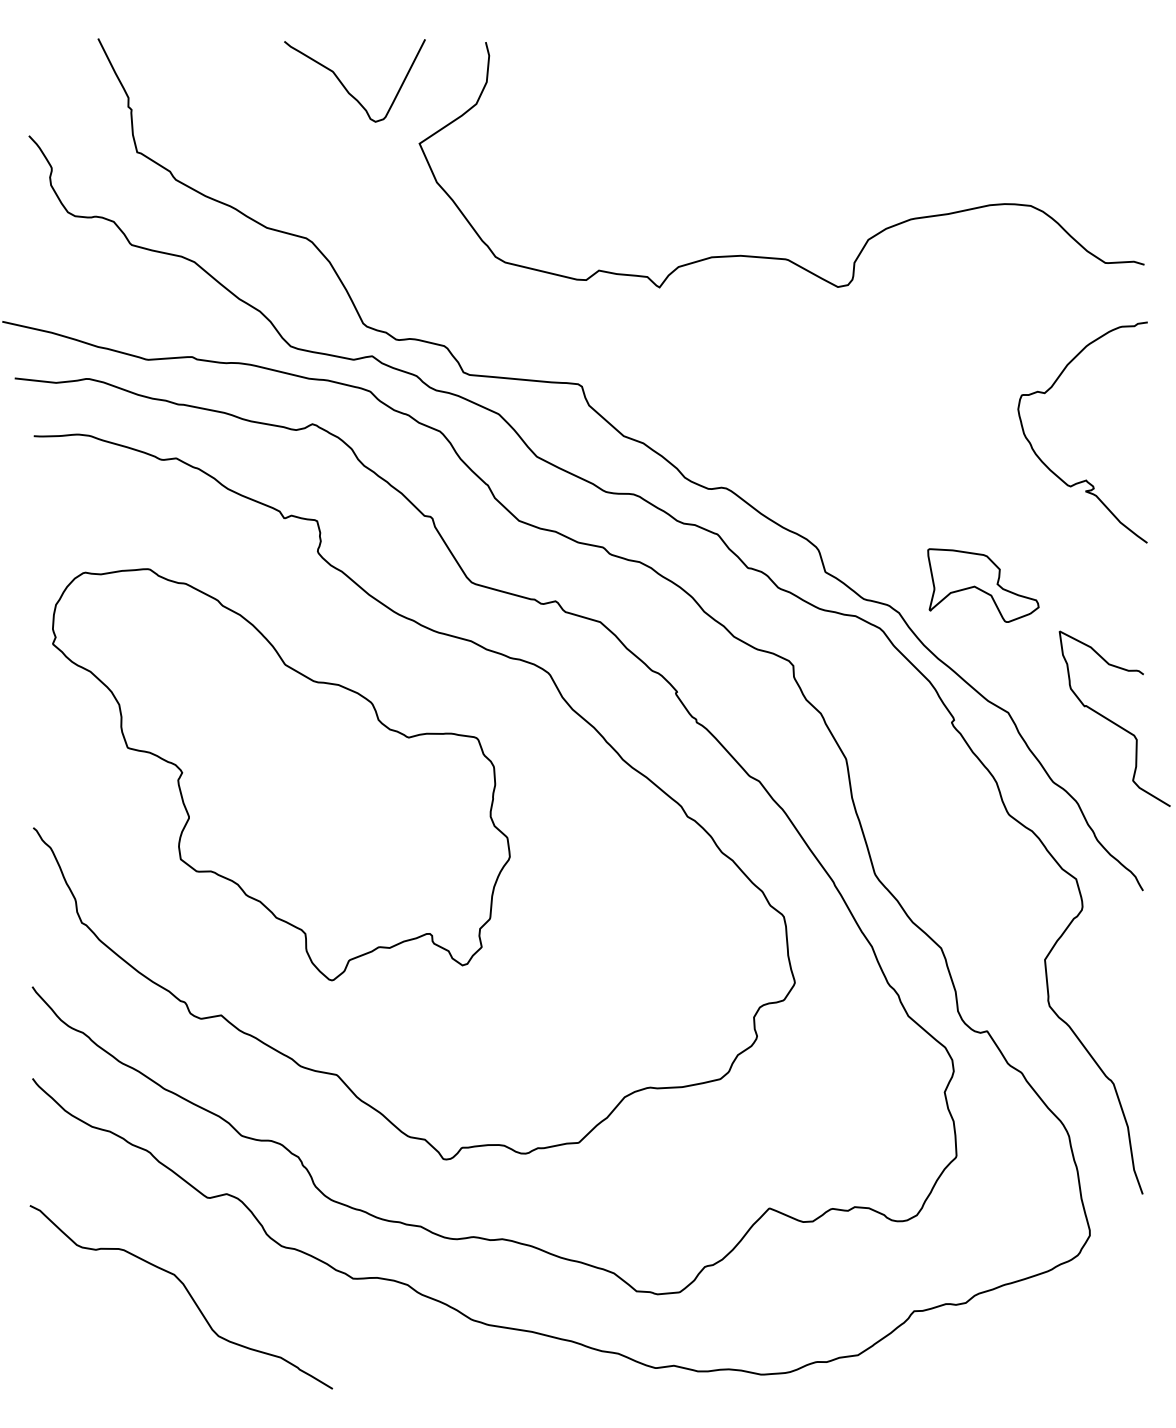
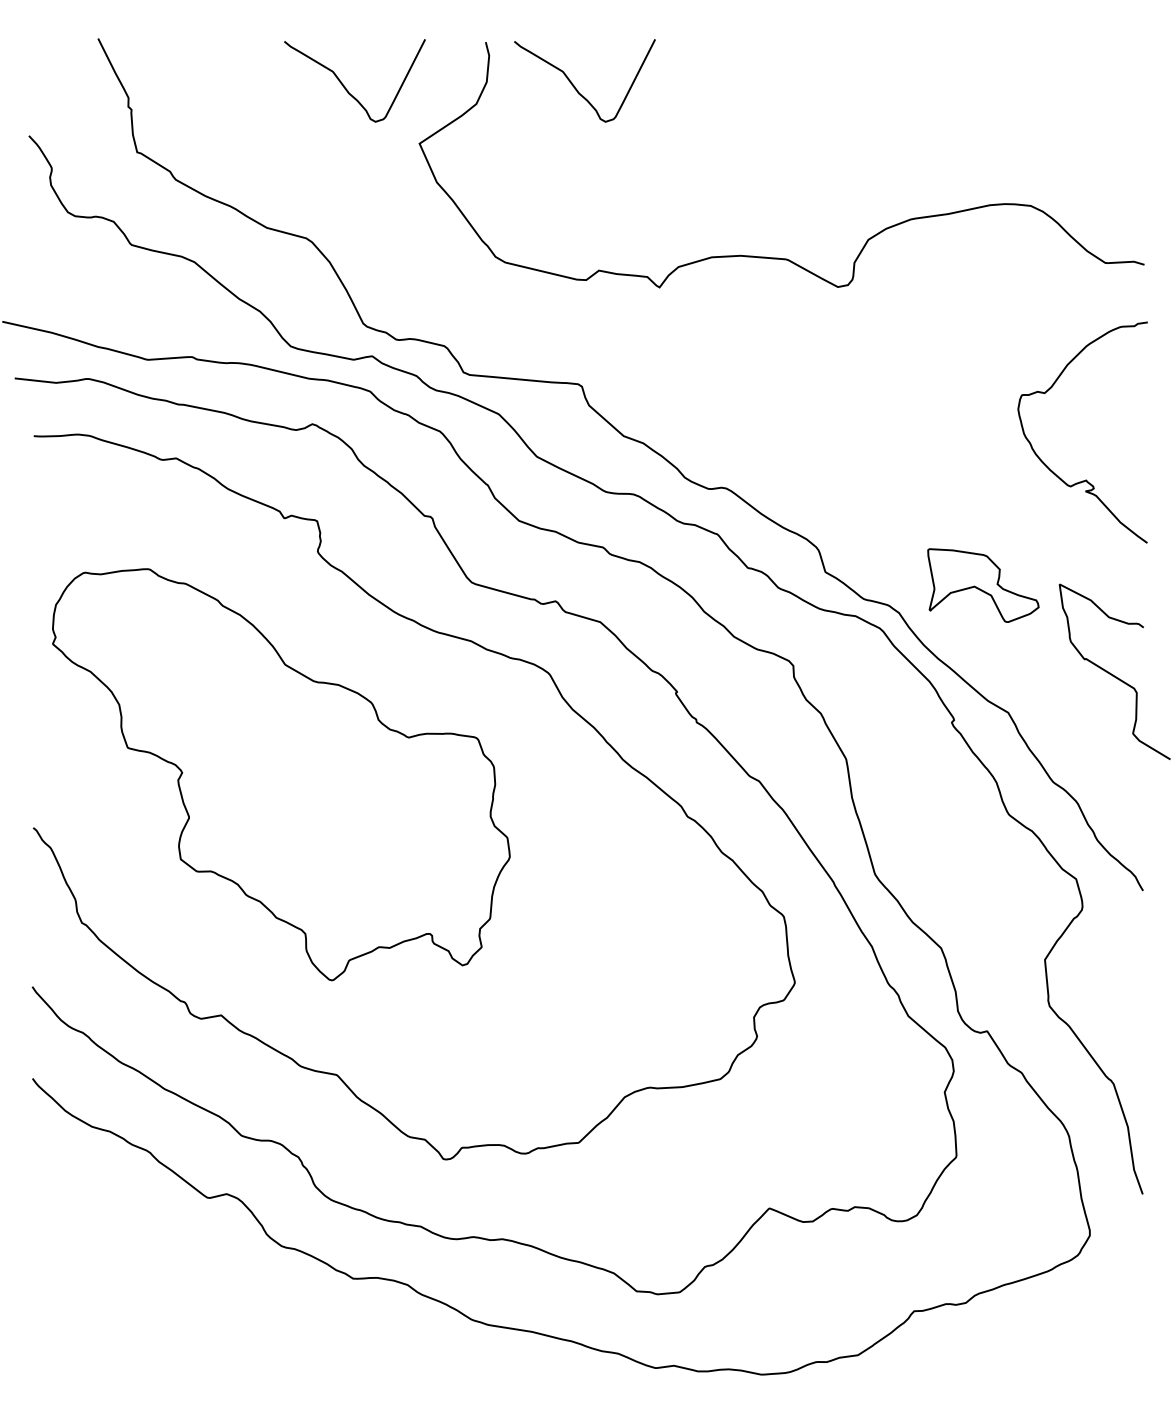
curve at (575, 86): none -> present
curve at (1113, 721) position: (1113, 721) -> (1113, 674)
curve at (186, 1291): present -> none
